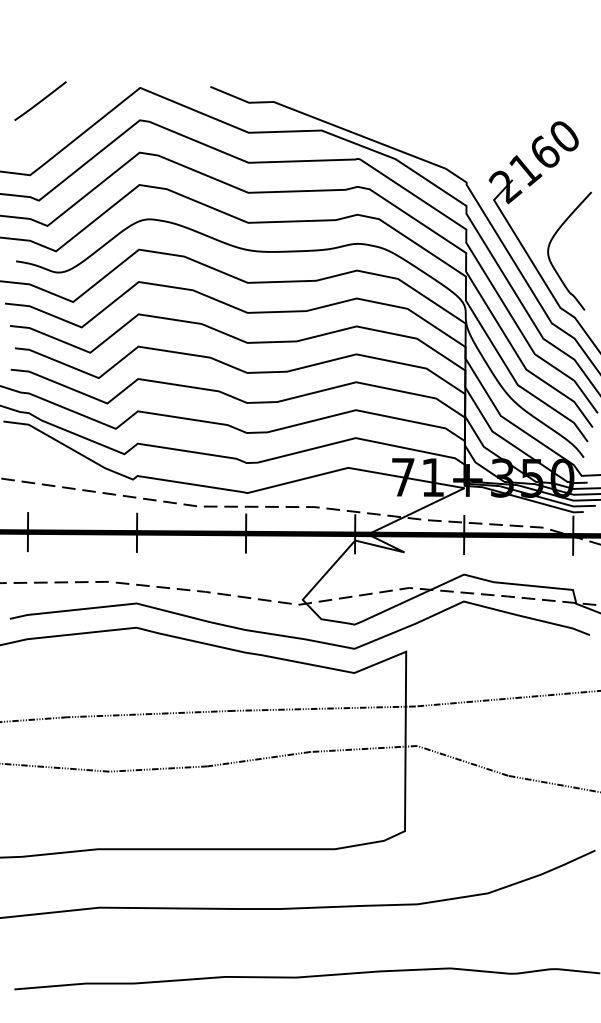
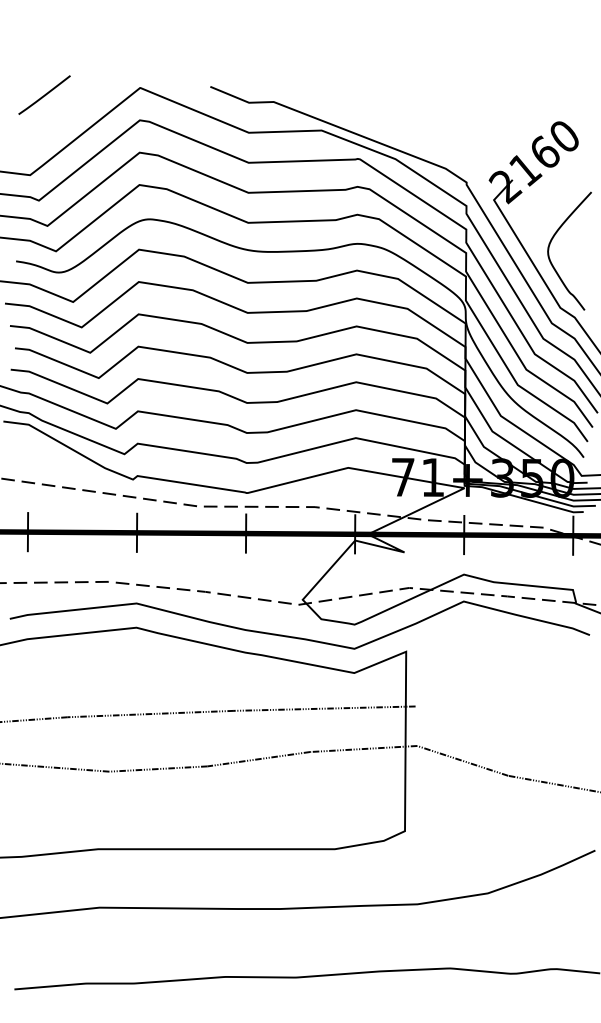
line at (40, 100) position: (40, 100) -> (44, 94)
line at (506, 698): present -> none
